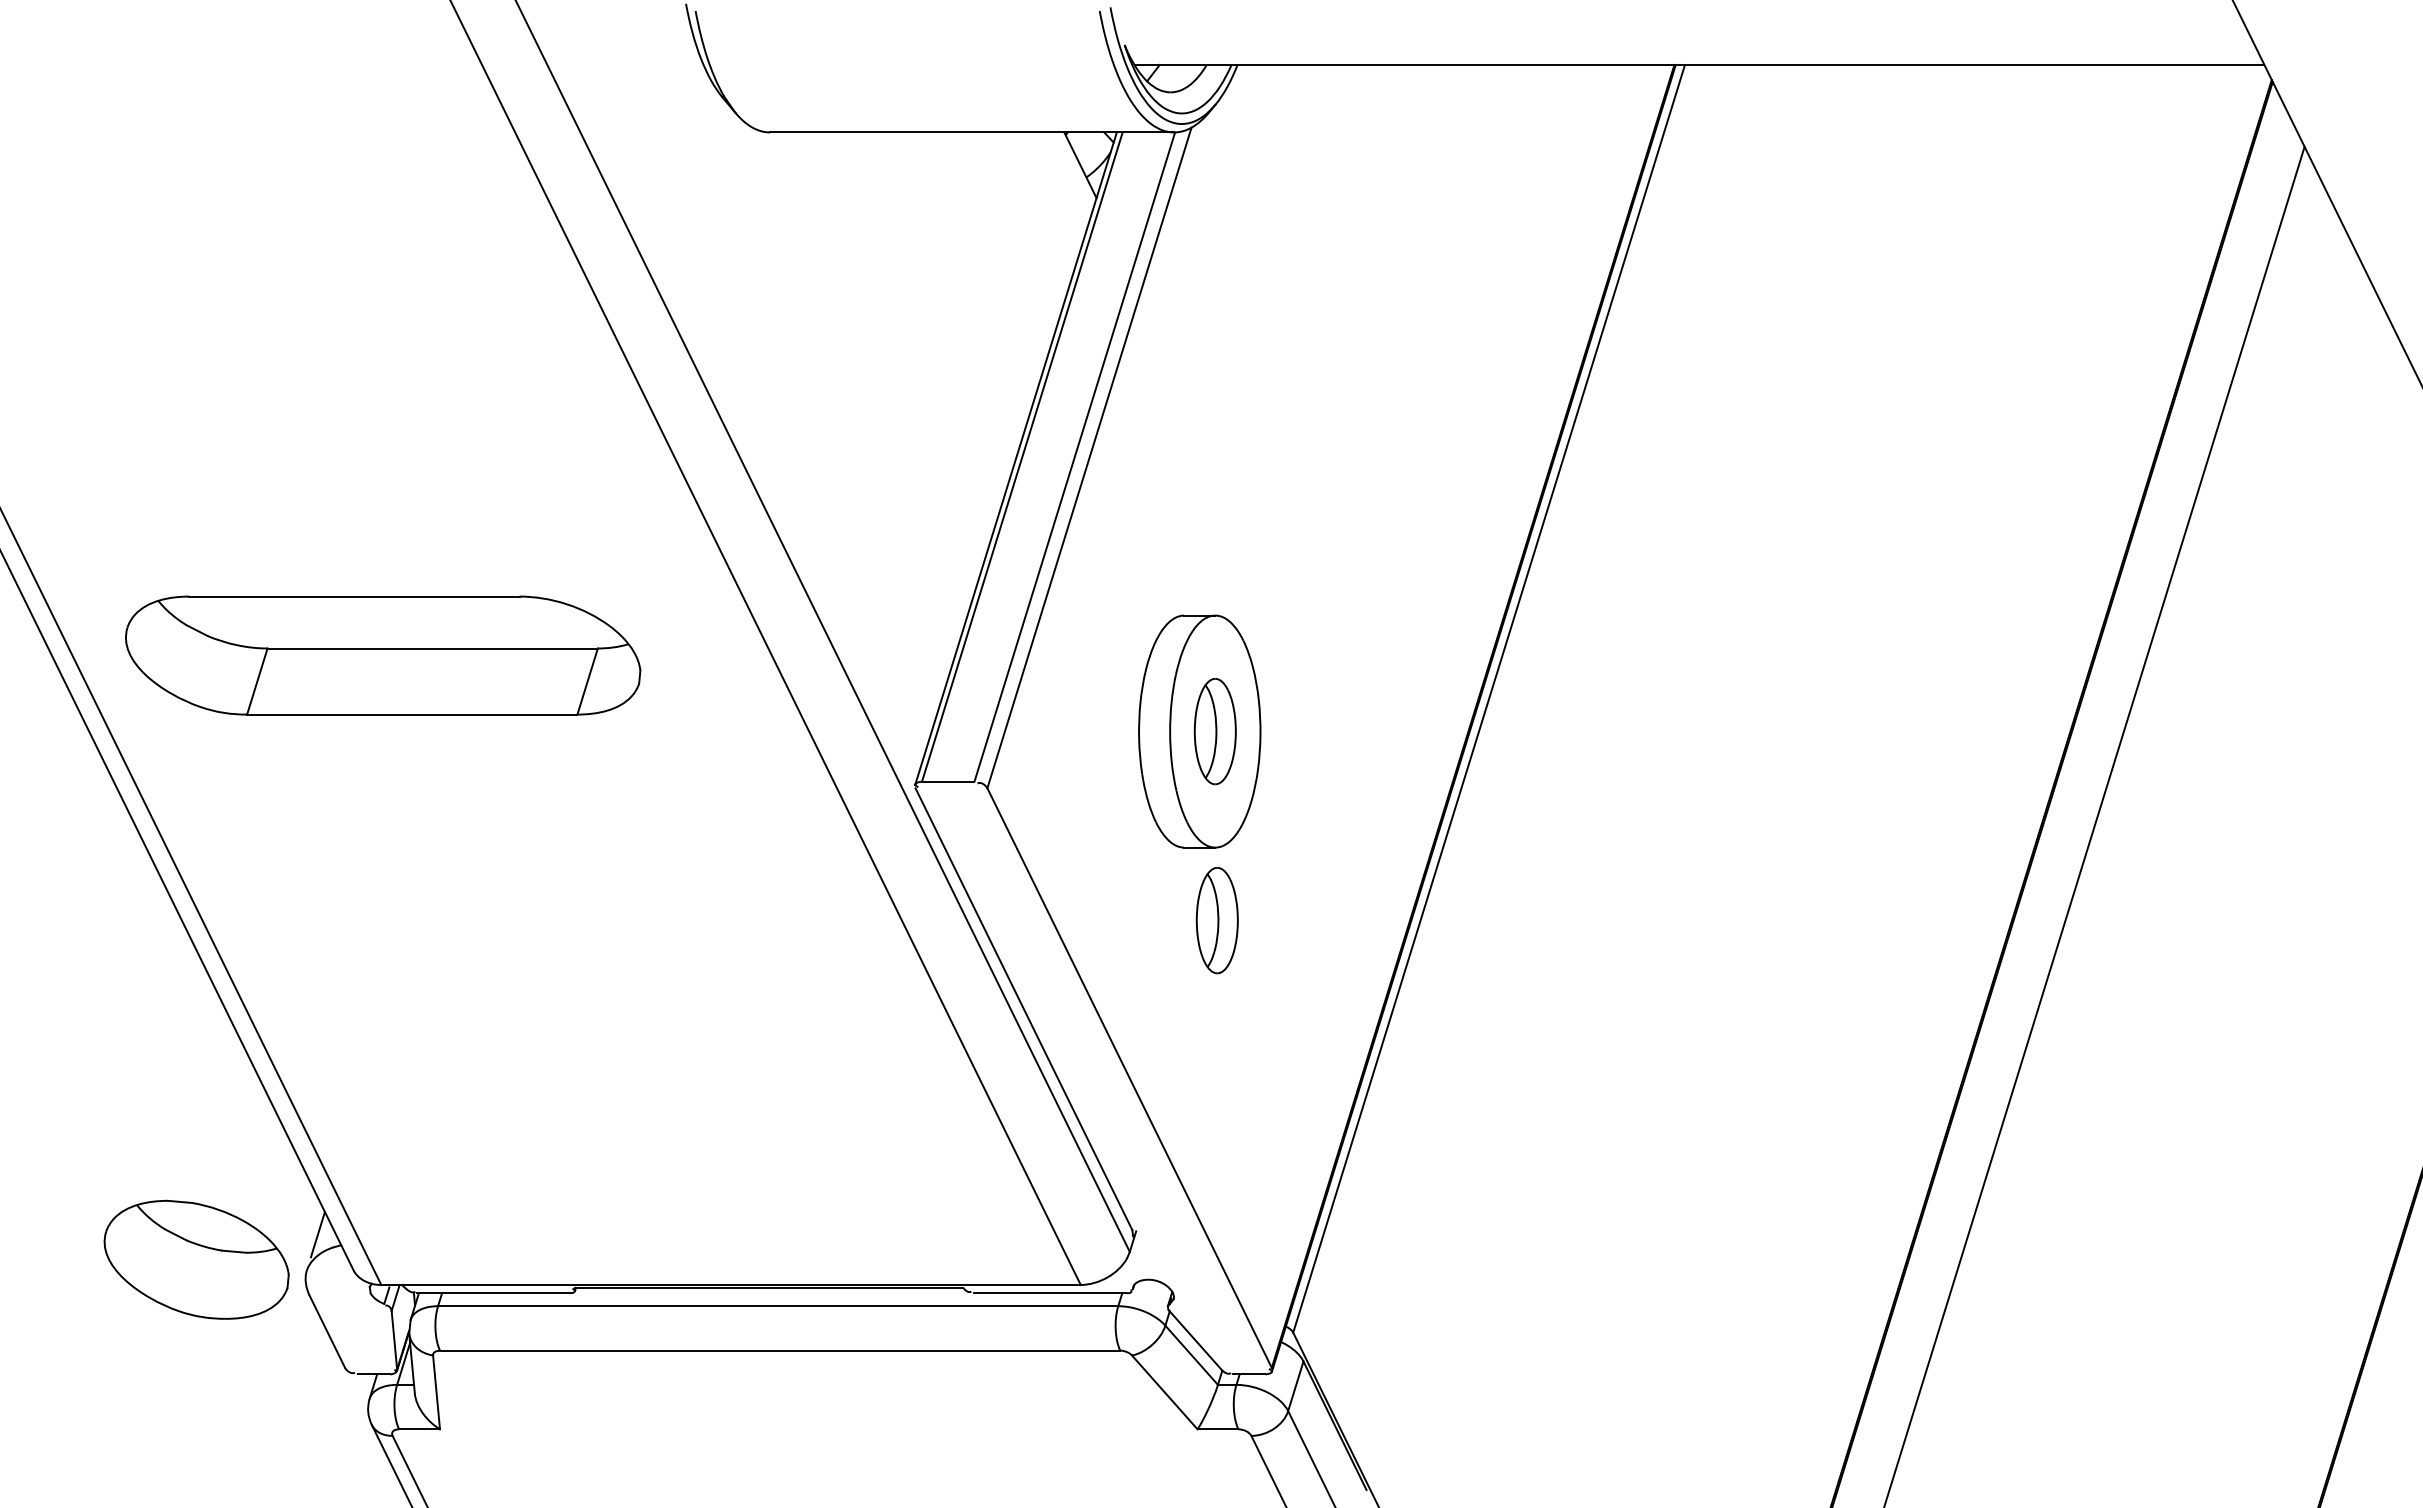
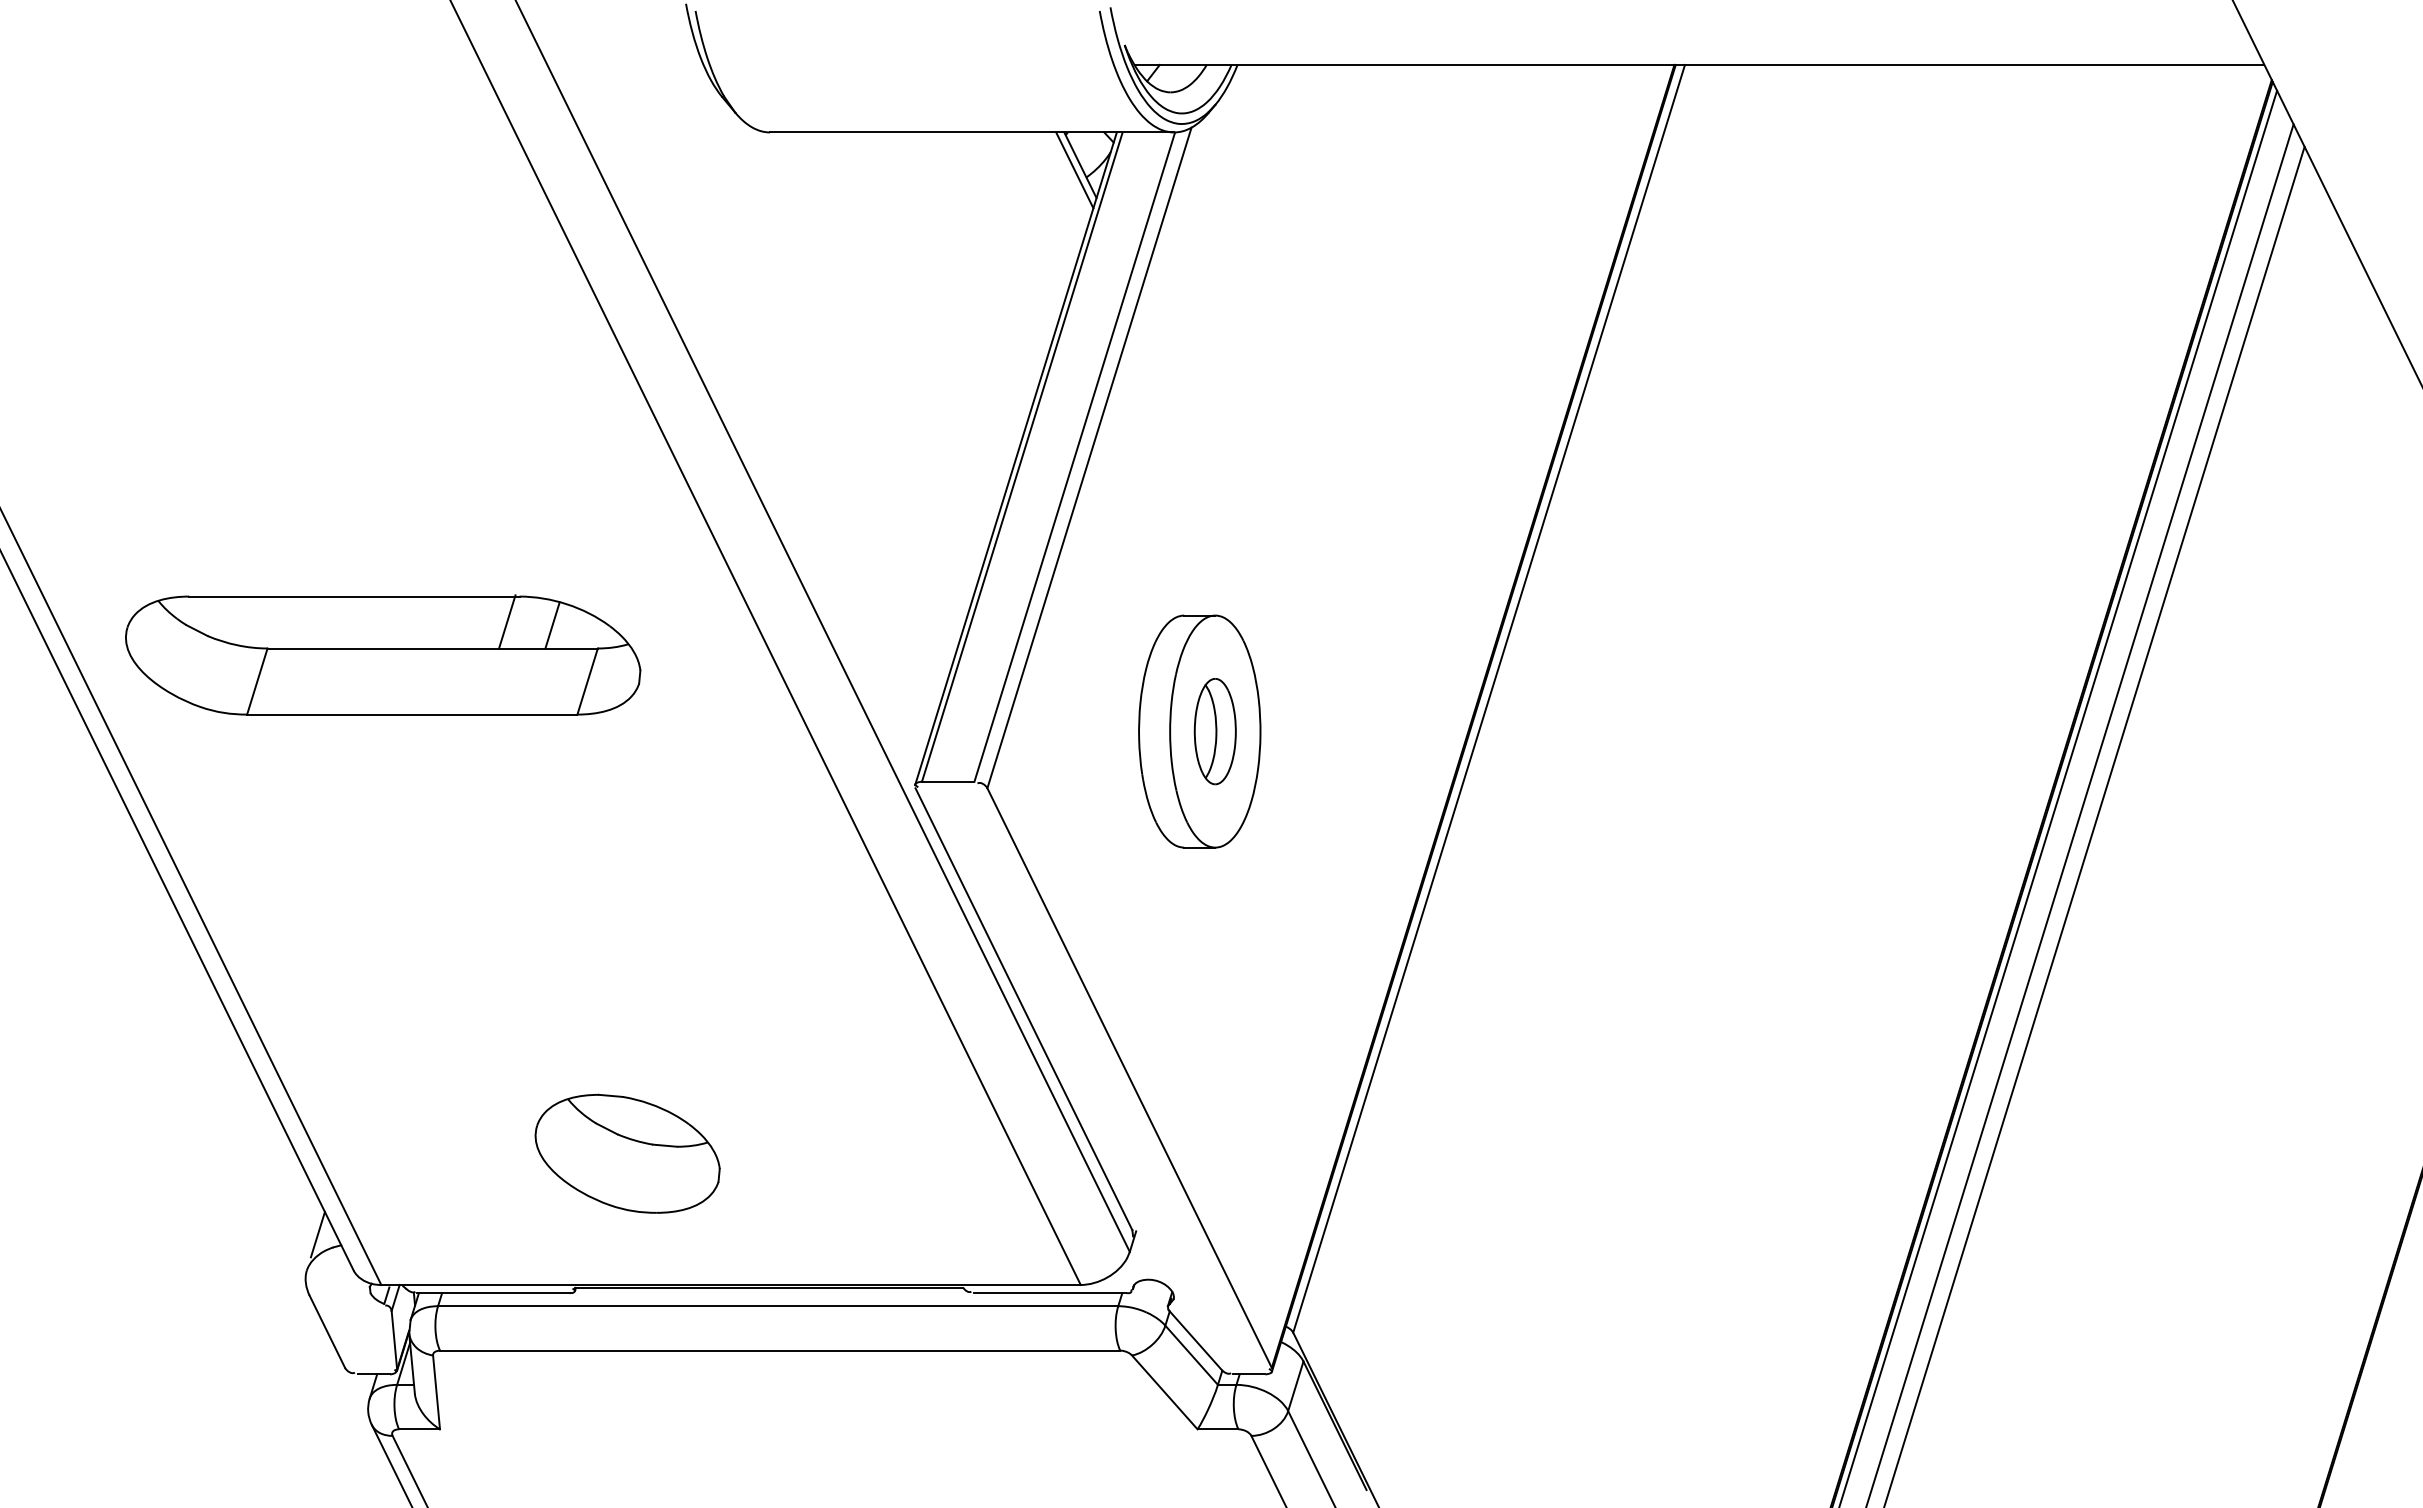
line at (1074, 170): none -> present
line at (507, 621): none -> present
line at (552, 625): none -> present
line at (2058, 797): none -> present
line at (2080, 814): none -> present
part at (1216, 920): present -> none
part at (196, 1259) position: (196, 1259) -> (627, 1153)
